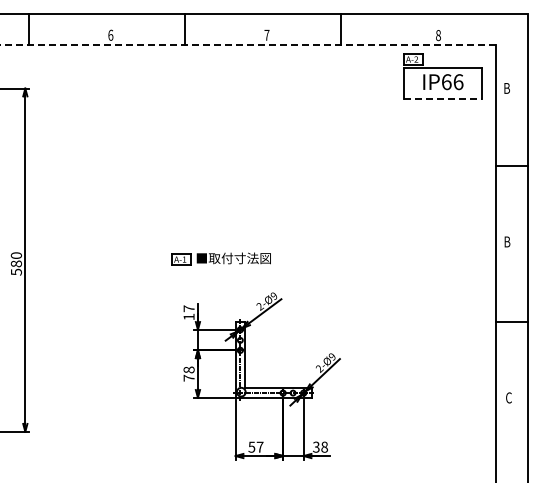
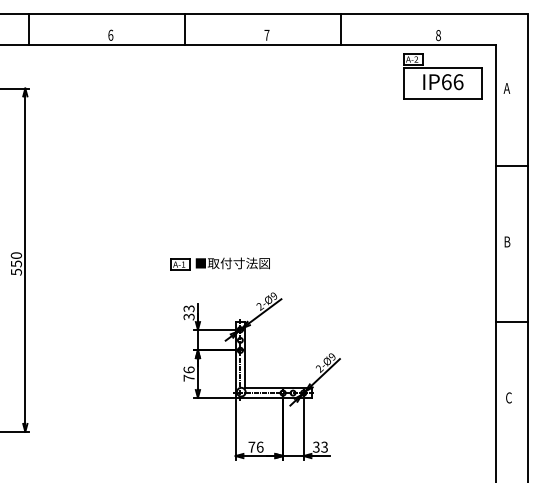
line at (248, 45): dashed -> solid
text at (506, 88): B -> A
line at (442, 99): dashed -> solid
part at (220, 258) position: (220, 258) -> (219, 263)
text at (15, 263): 580 -> 550
text at (188, 312): 17 -> 33
text at (188, 369): 78 -> 76
text at (255, 446): 57 -> 76
text at (324, 446): 38 -> 33
